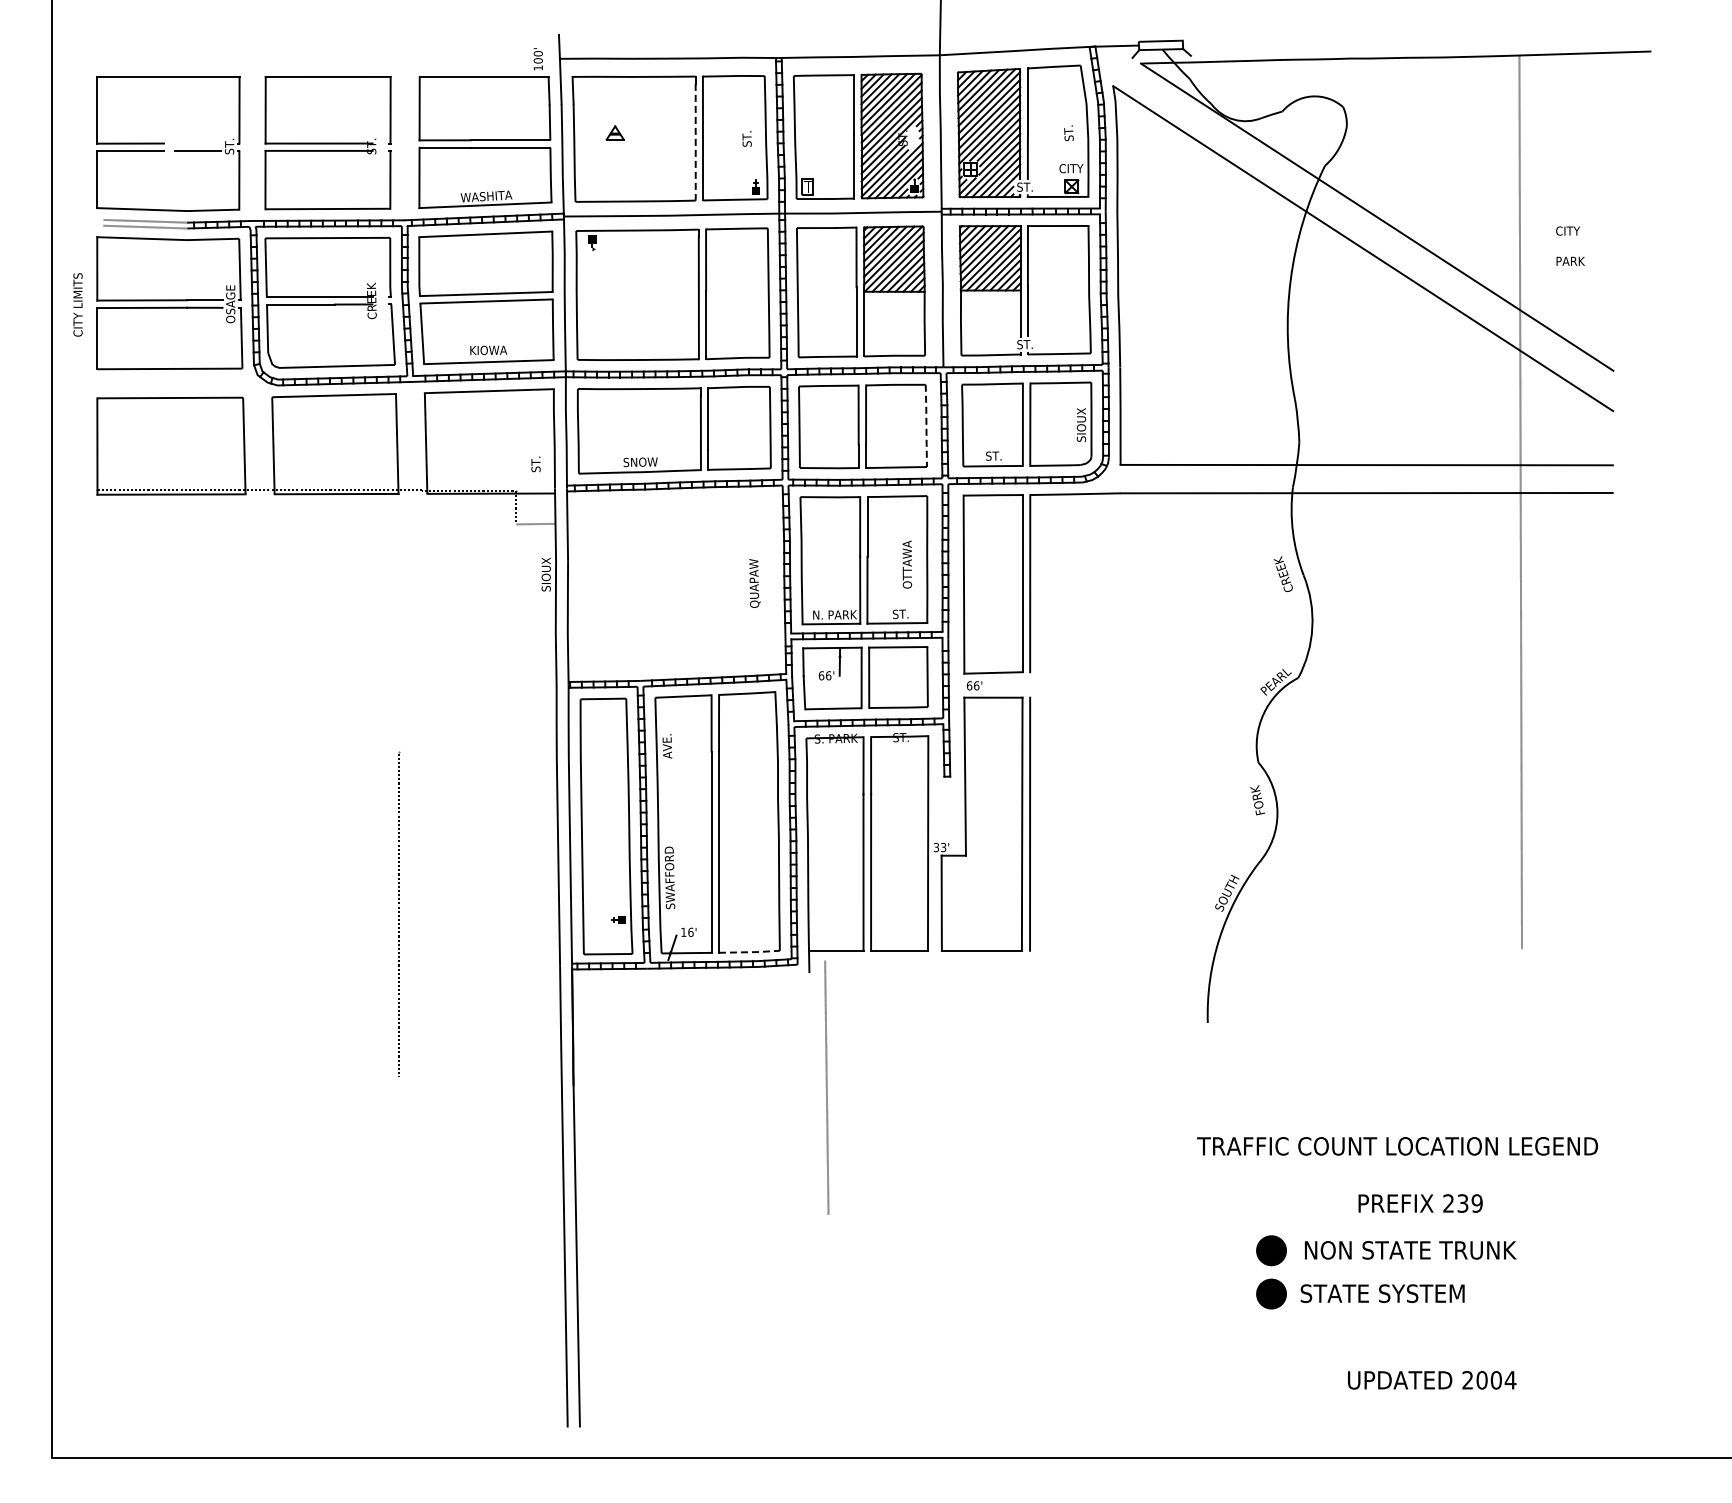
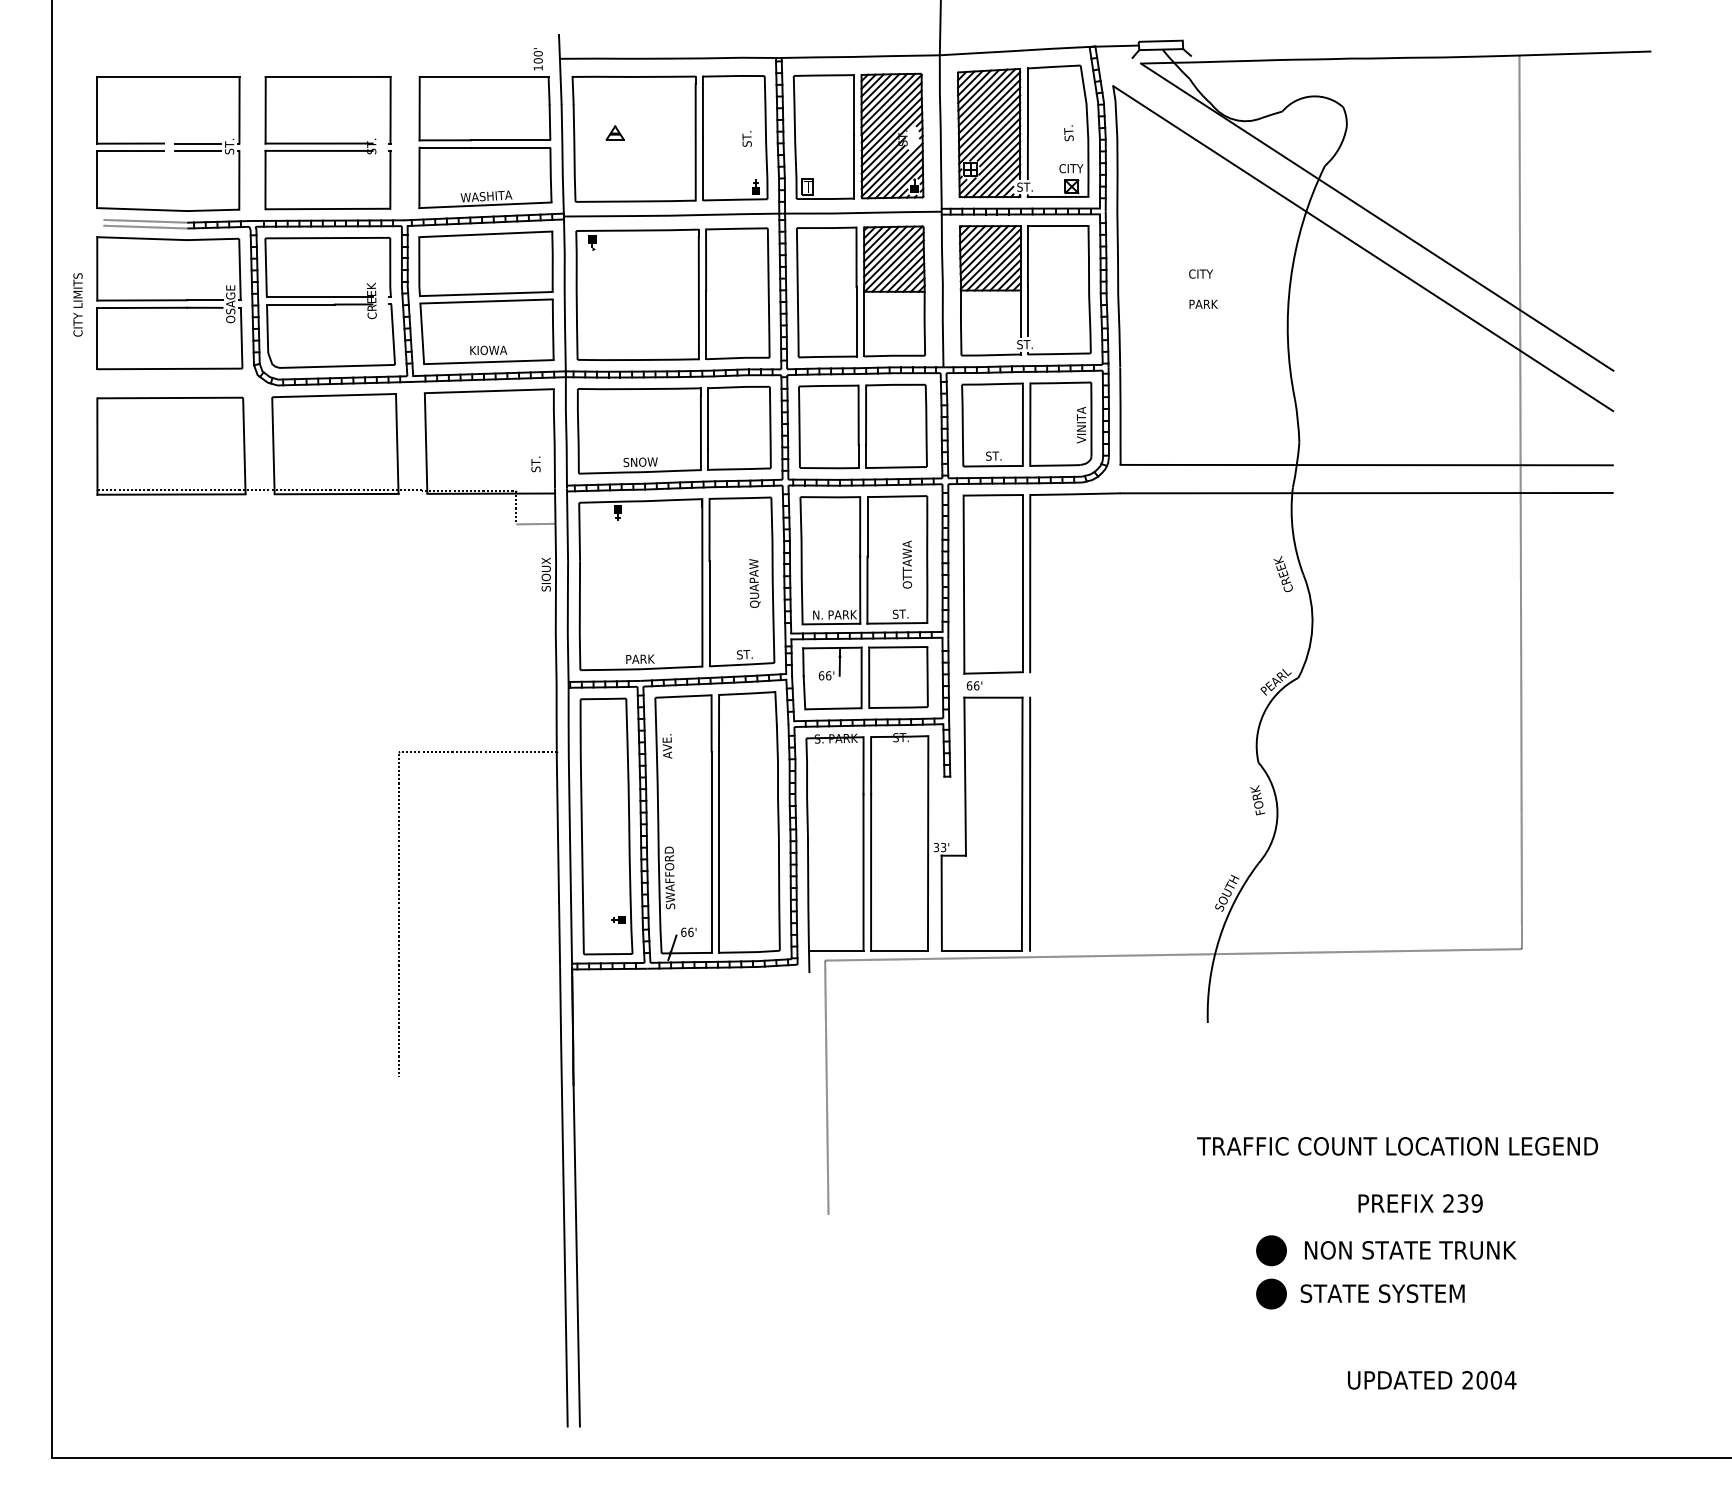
line at (695, 142): dashed -> solid
line at (197, 143): none -> present
text at (1570, 245) position: (1570, 245) -> (1203, 288)
text at (1081, 424): SIOUX -> VINITA
line at (926, 426): dashed -> solid
part at (676, 583): none -> present
line at (477, 751): none -> present
text at (683, 931): 16' -> 66'
line at (750, 952): dashed -> solid
line at (1173, 954): none -> present
